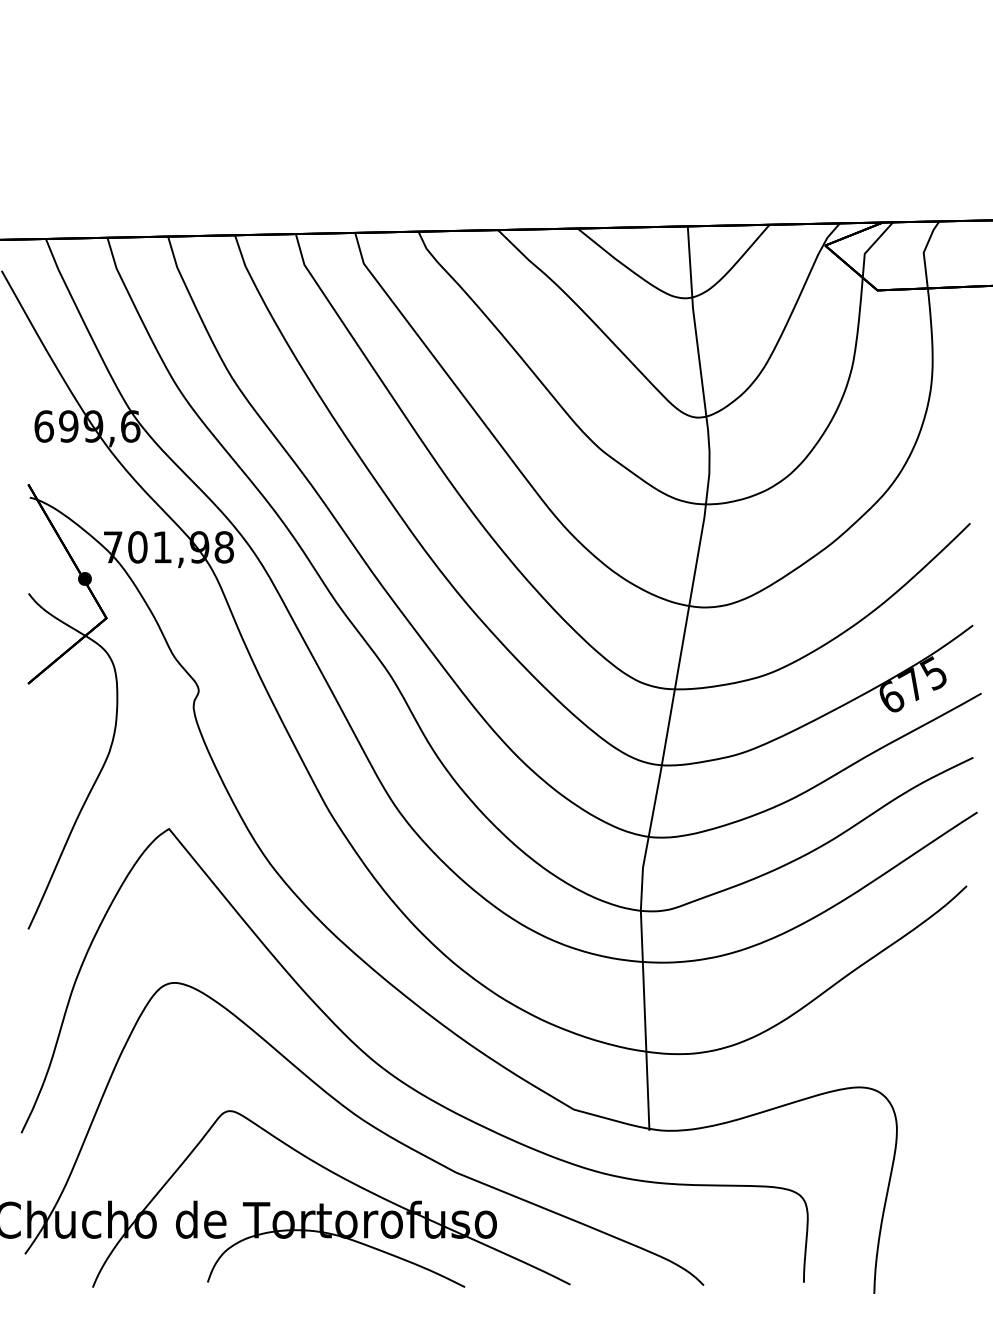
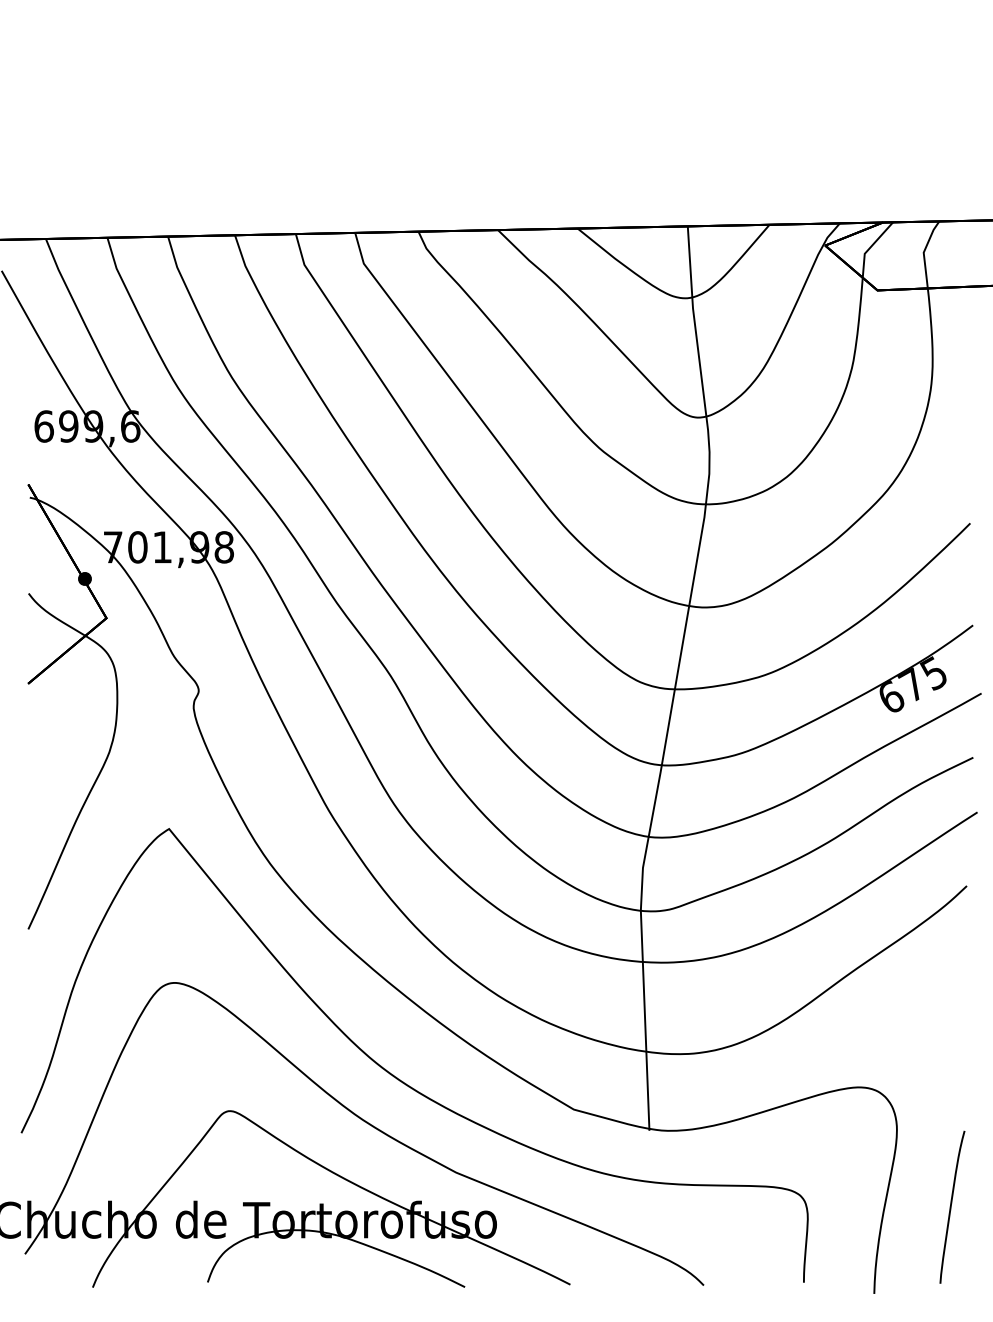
curve at (951, 1206): none -> present
